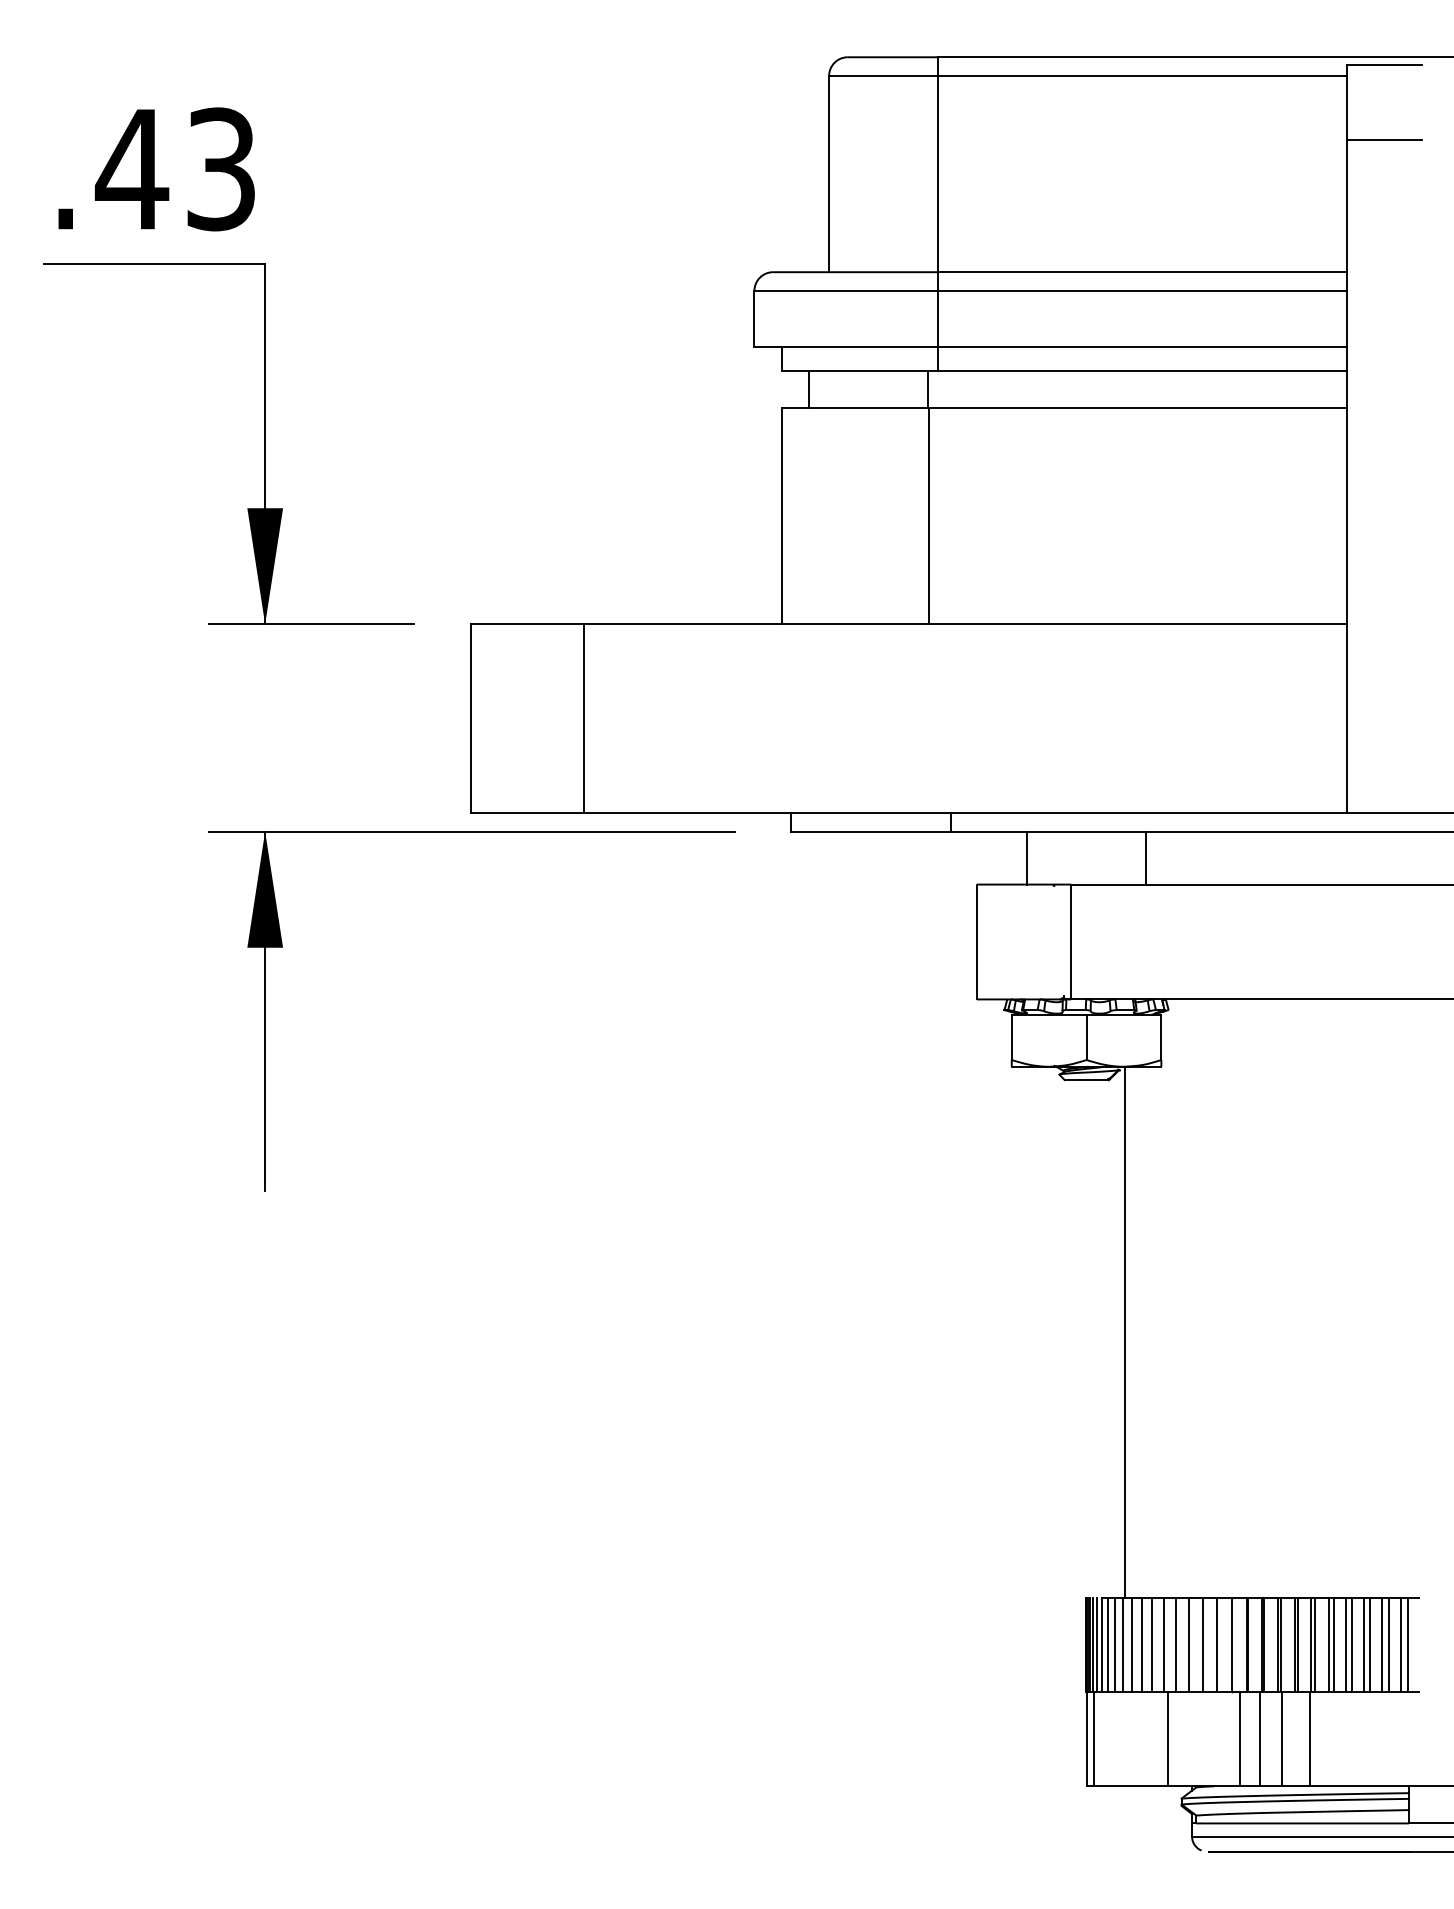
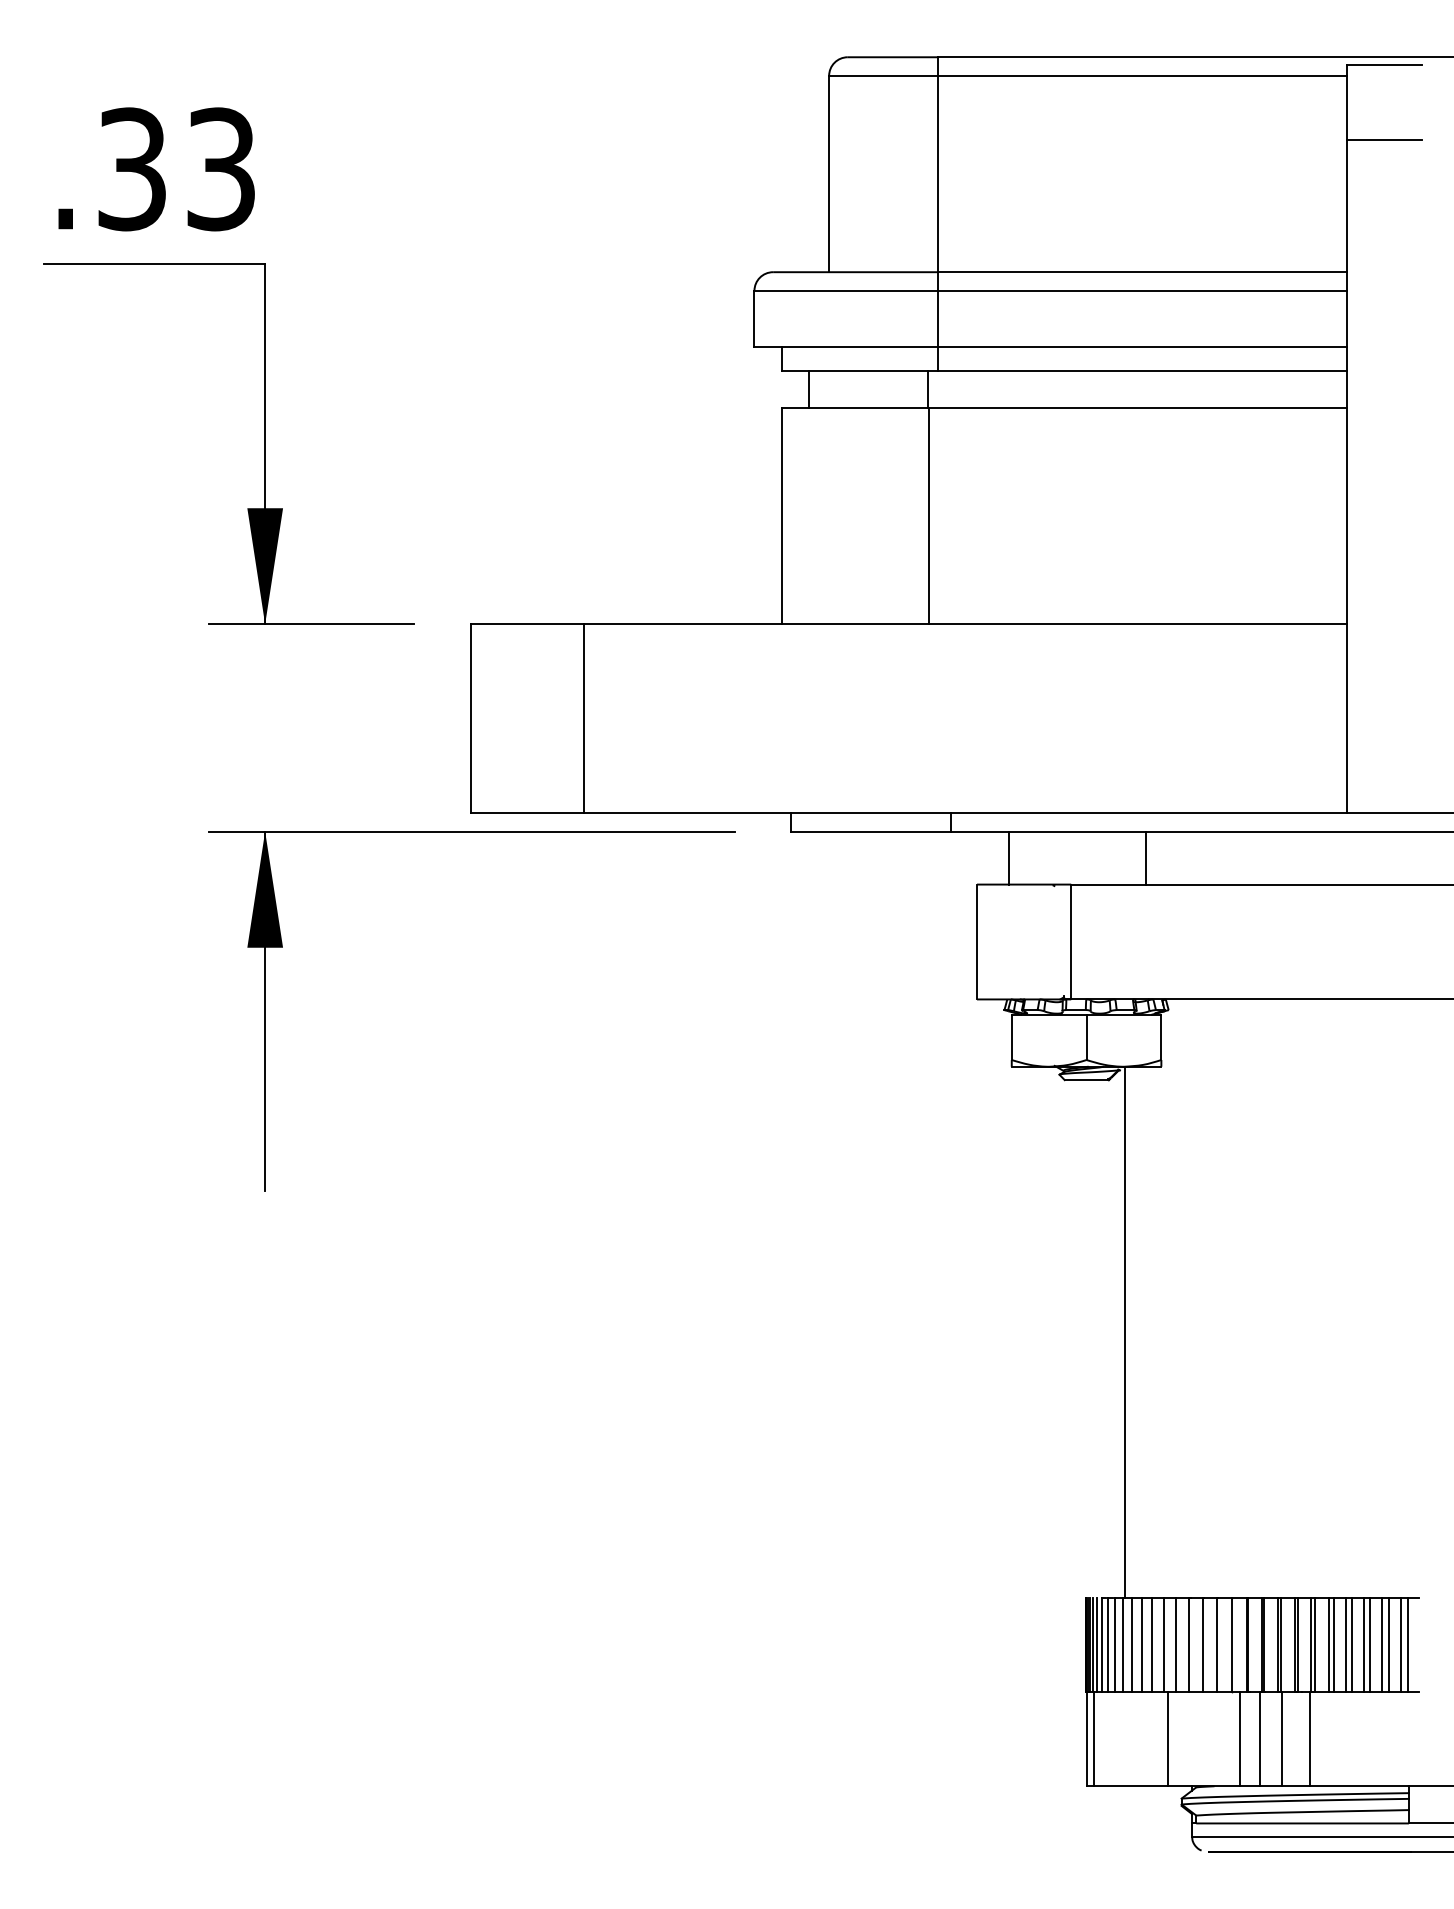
text at (131, 169): .43 -> .33
line at (1026, 857) position: (1026, 857) -> (1008, 857)
